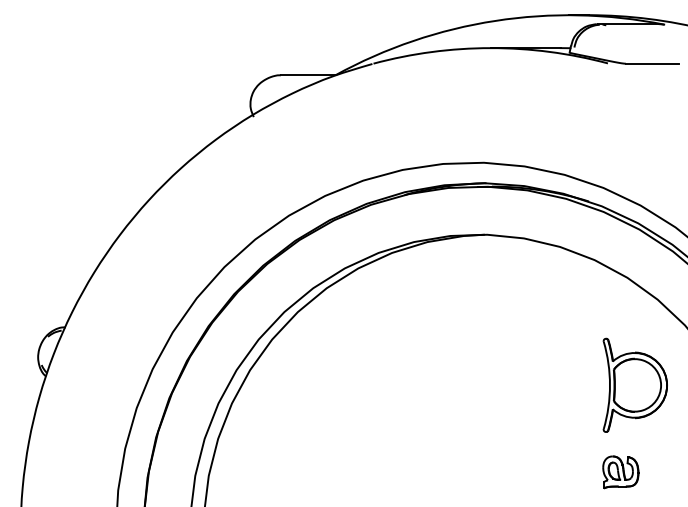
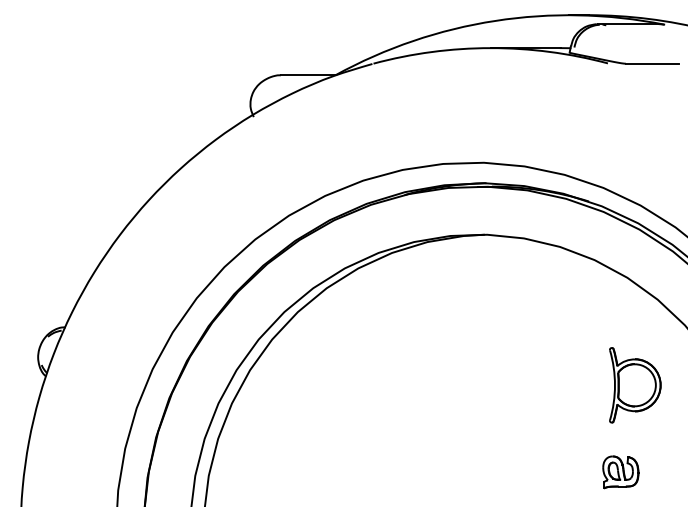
part at (634, 384) size: 66x96 px -> 53x77 px
